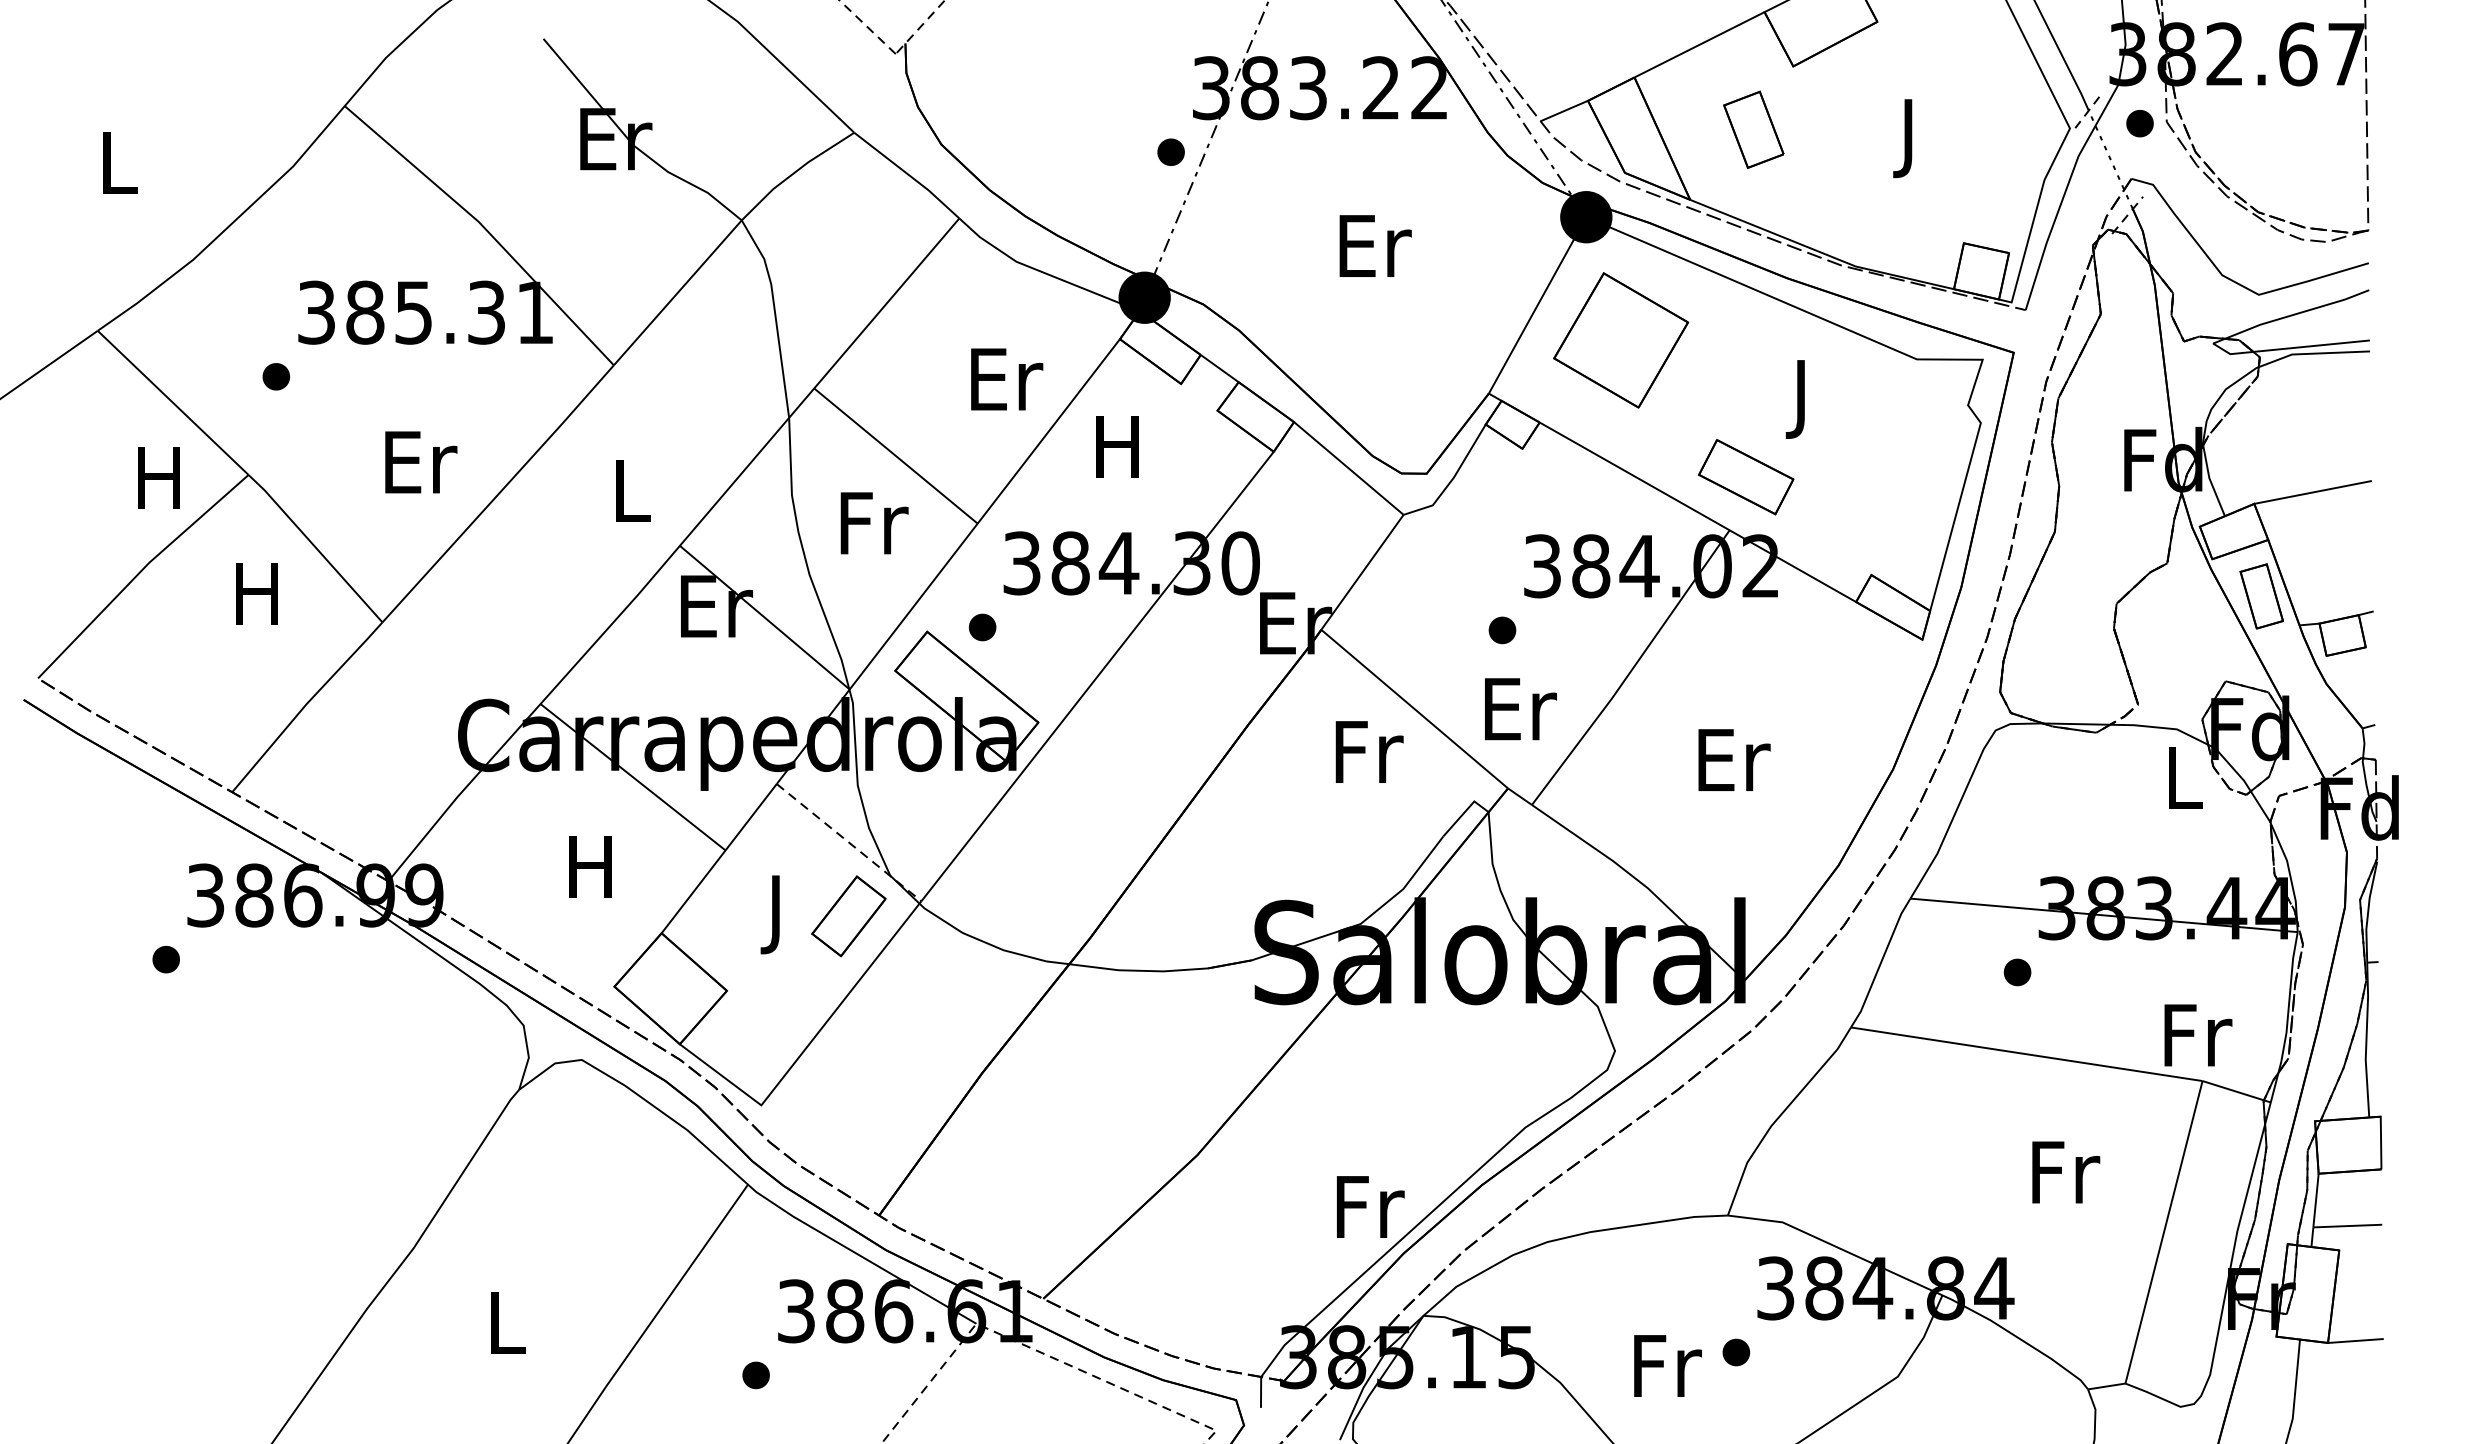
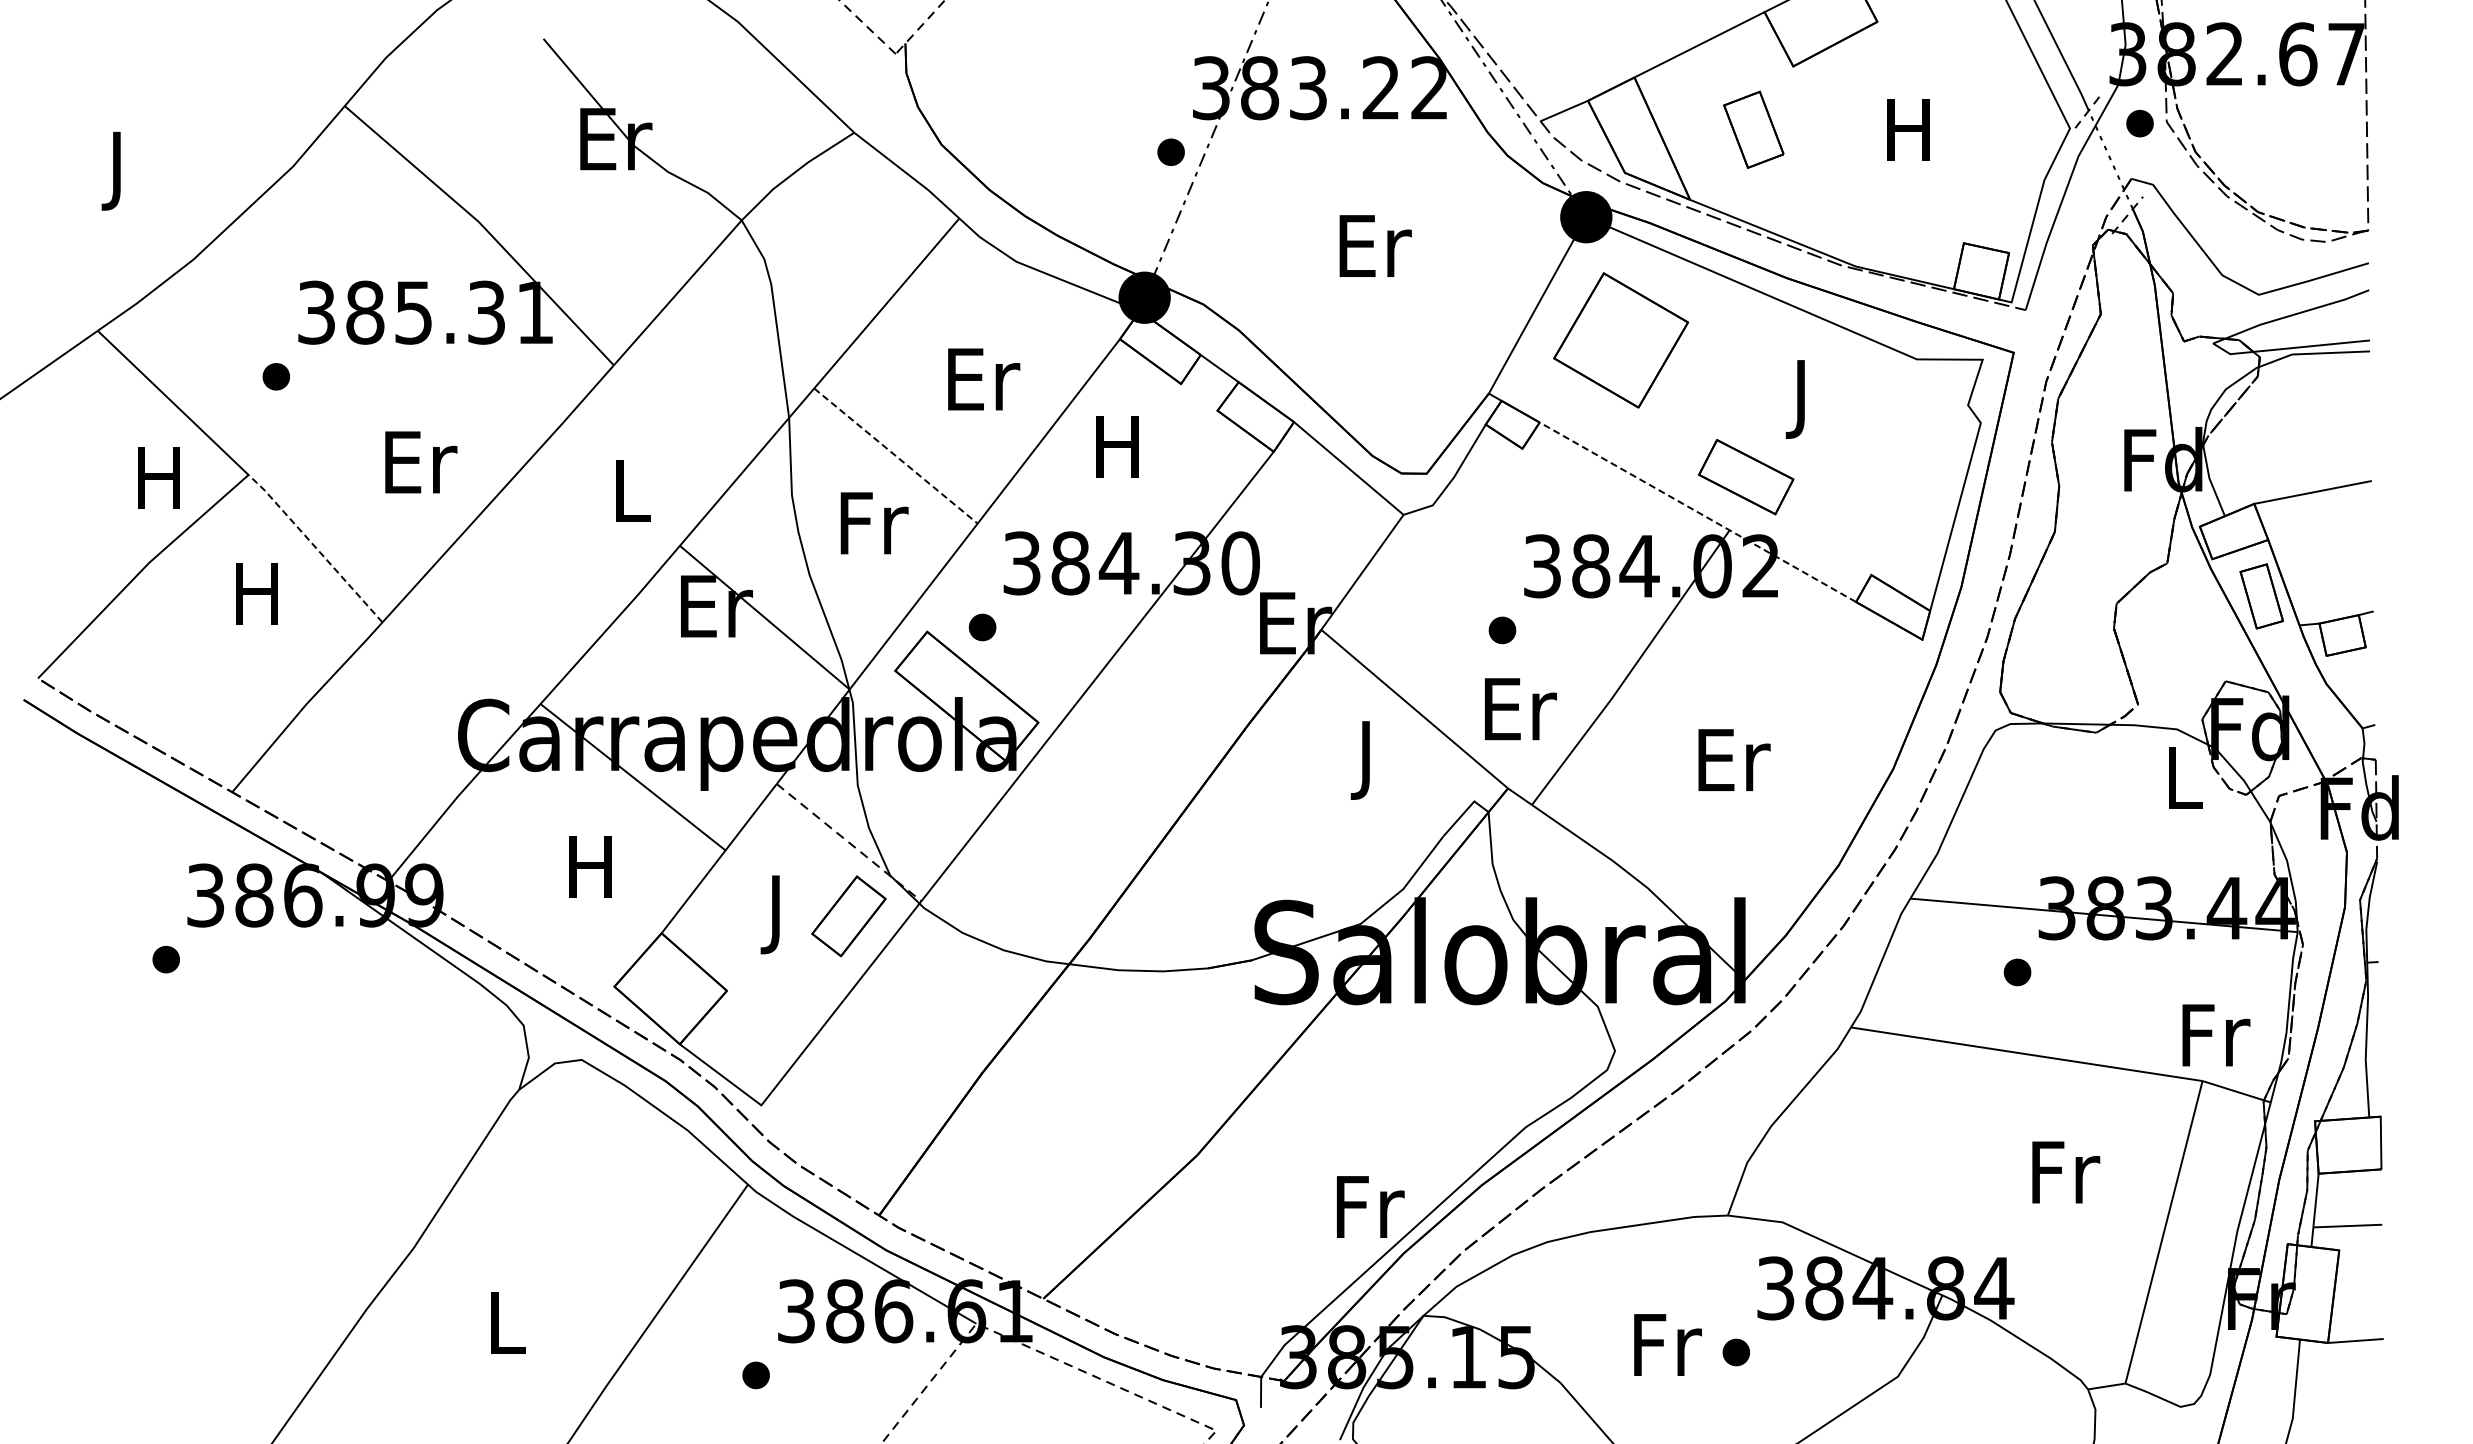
text at (1908, 138): J -> H
text at (119, 170): L -> J
text at (1007, 379) position: (1007, 379) -> (984, 379)
line at (896, 456): solid -> dashed
line at (1697, 512): solid -> dashed
line at (315, 547): solid -> dashed
text at (1369, 760): Fr -> J
text at (2198, 1035) position: (2198, 1035) -> (2216, 1035)
text at (1667, 1365) position: (1667, 1365) -> (1667, 1344)
